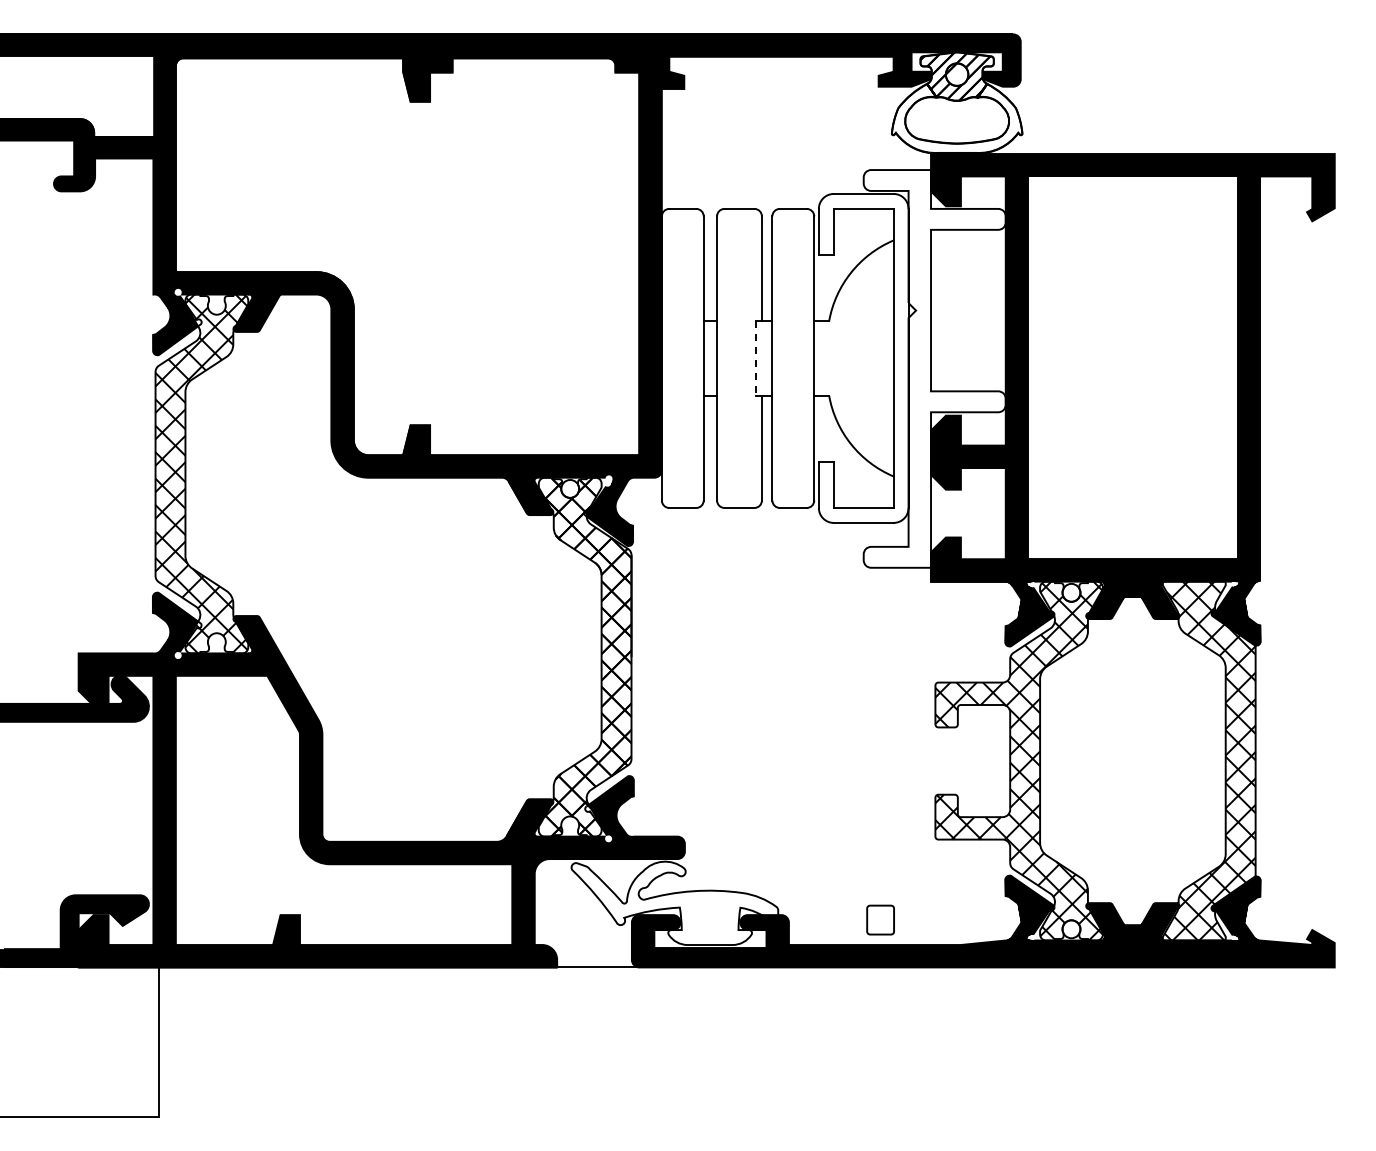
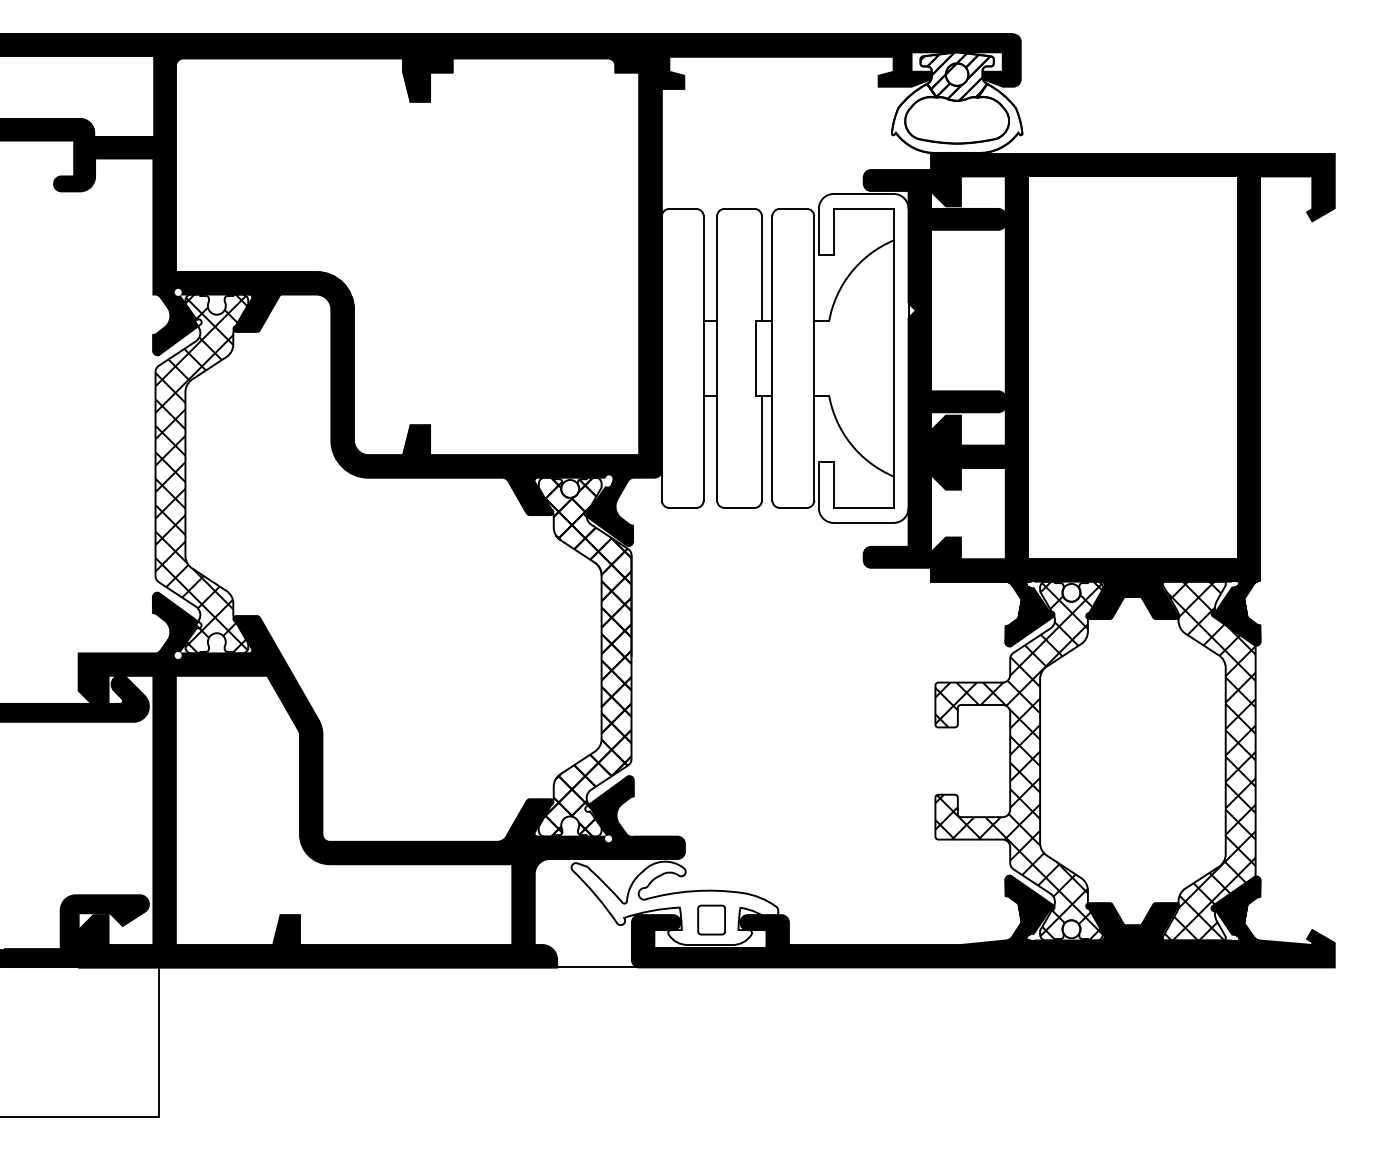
line at (756, 358): dashed -> solid
fill at (934, 368): none -> present
part at (880, 919) position: (880, 919) -> (711, 919)
